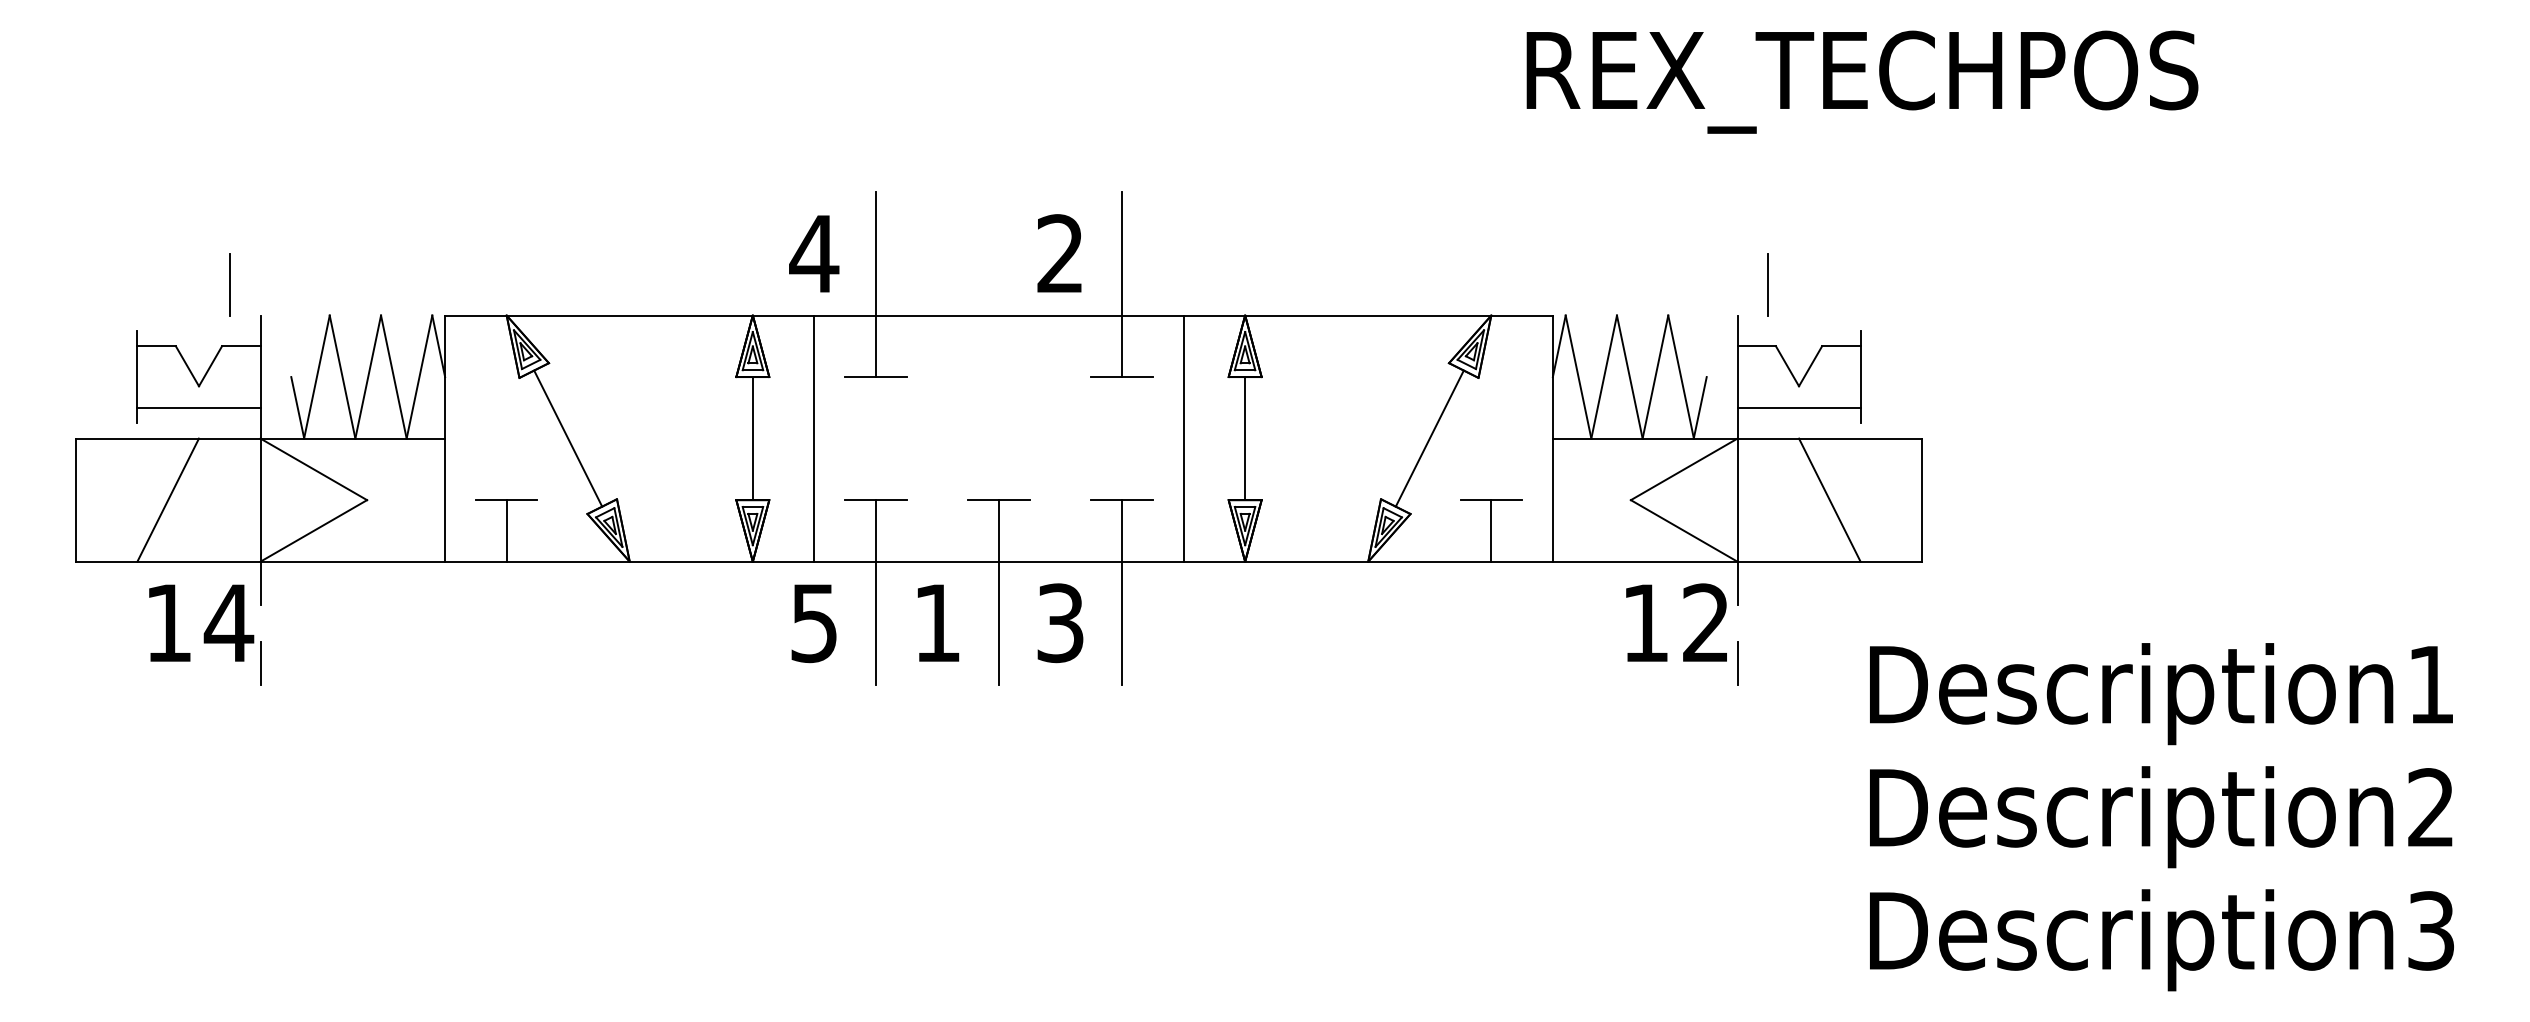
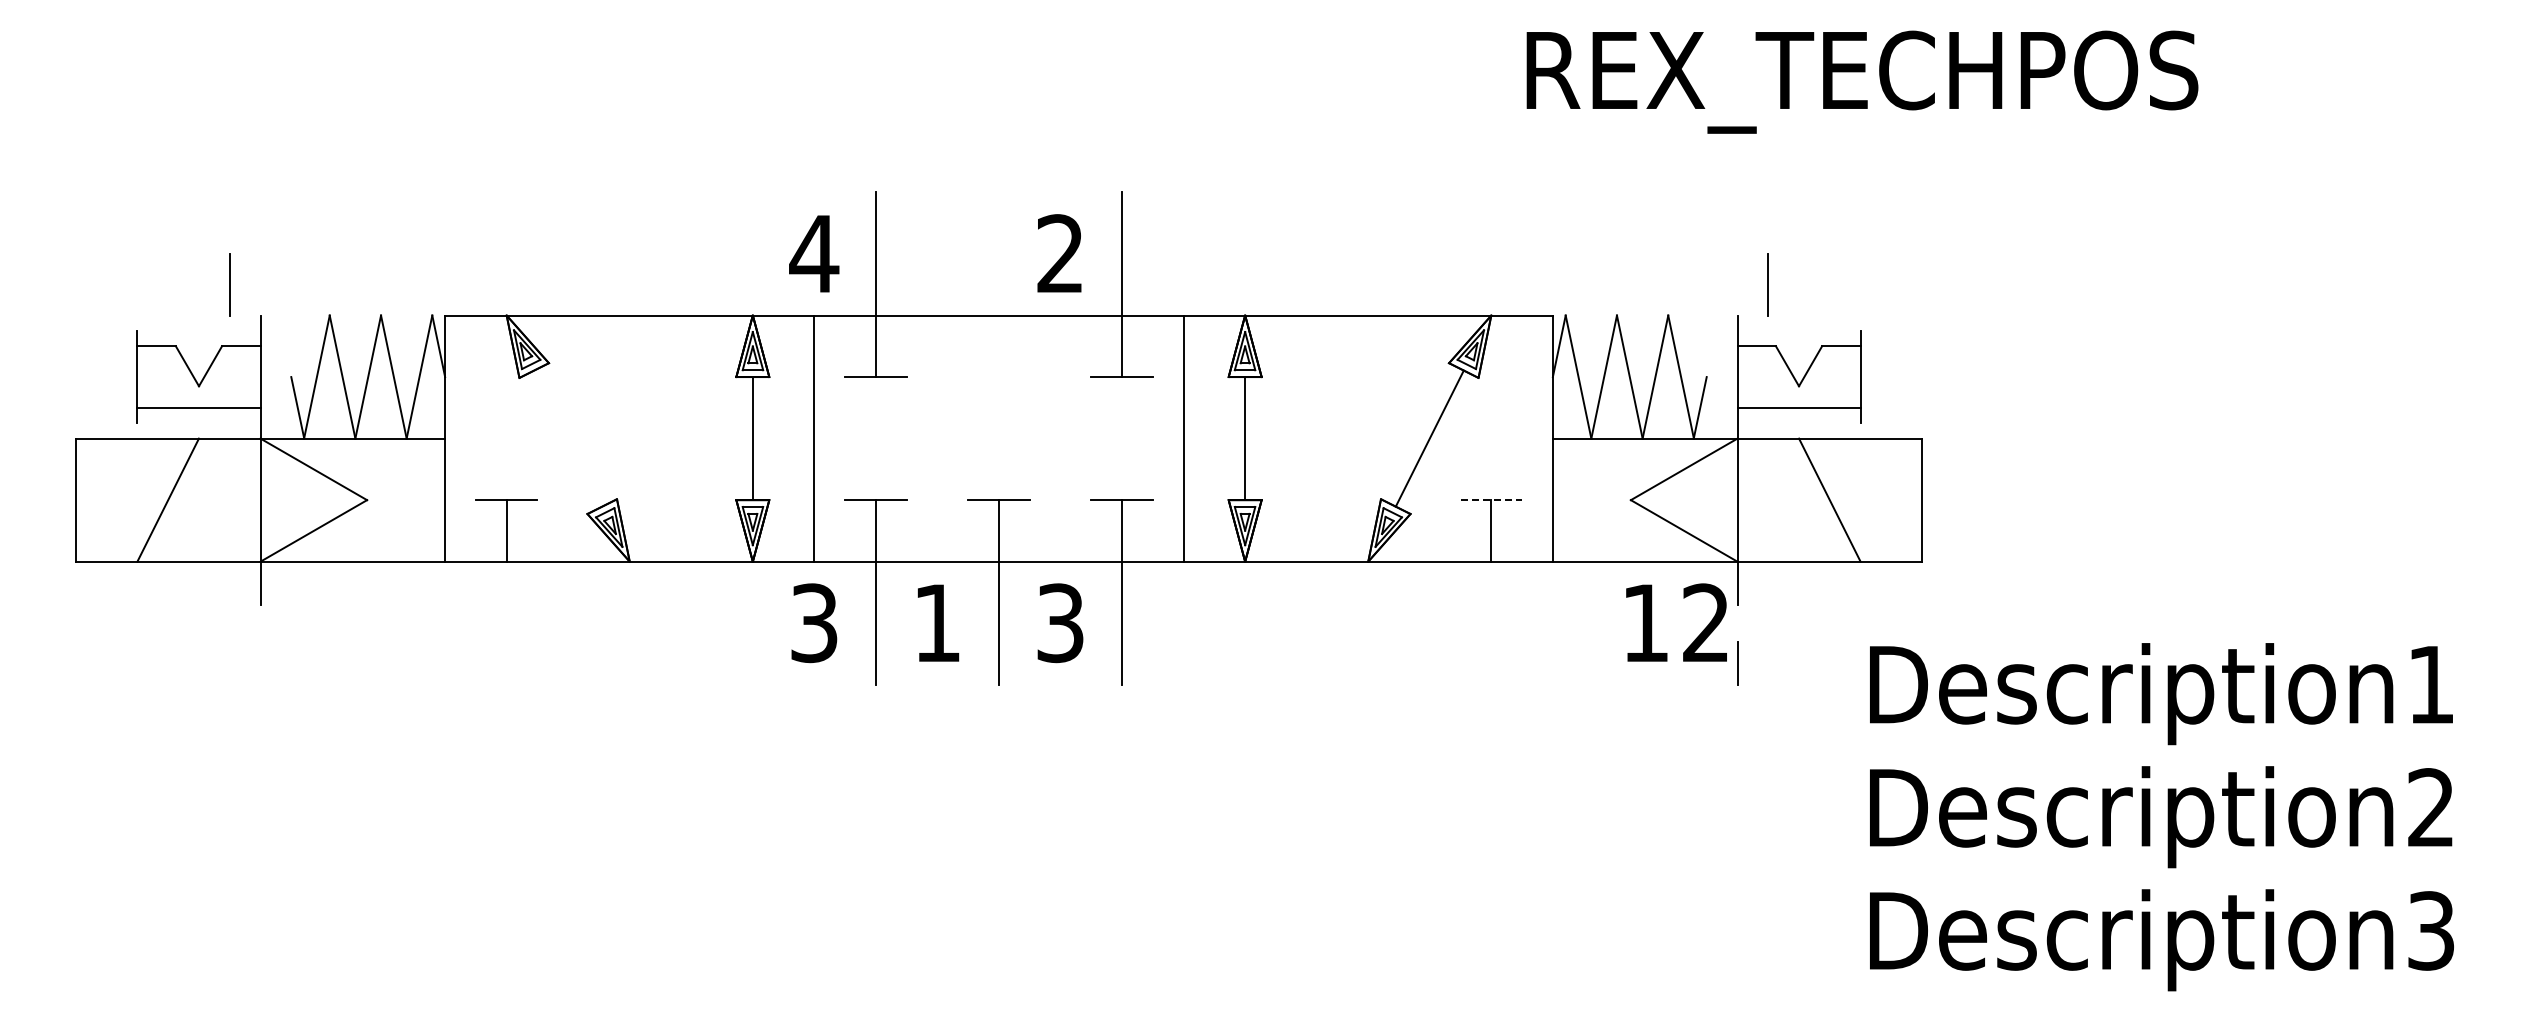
line at (568, 438): present -> none
line at (1491, 500): solid -> dashed
text at (814, 622): 5 -> 3
part at (205, 634): present -> none
